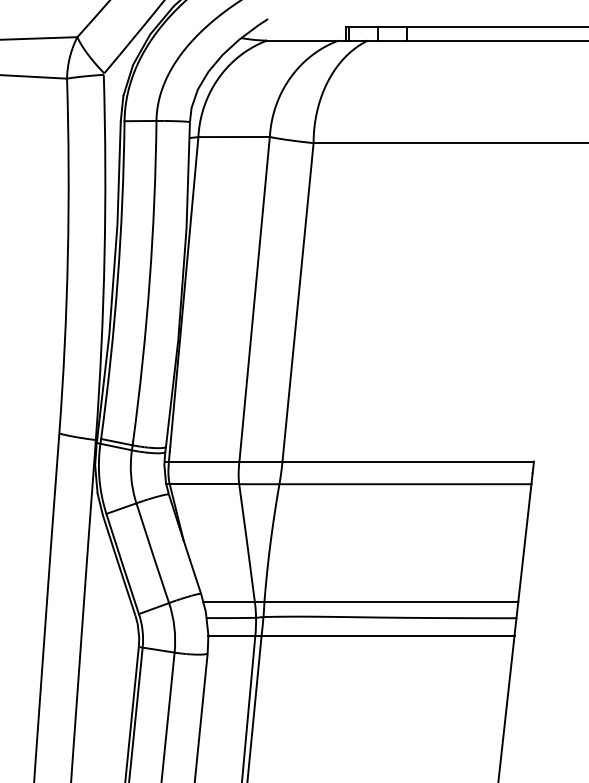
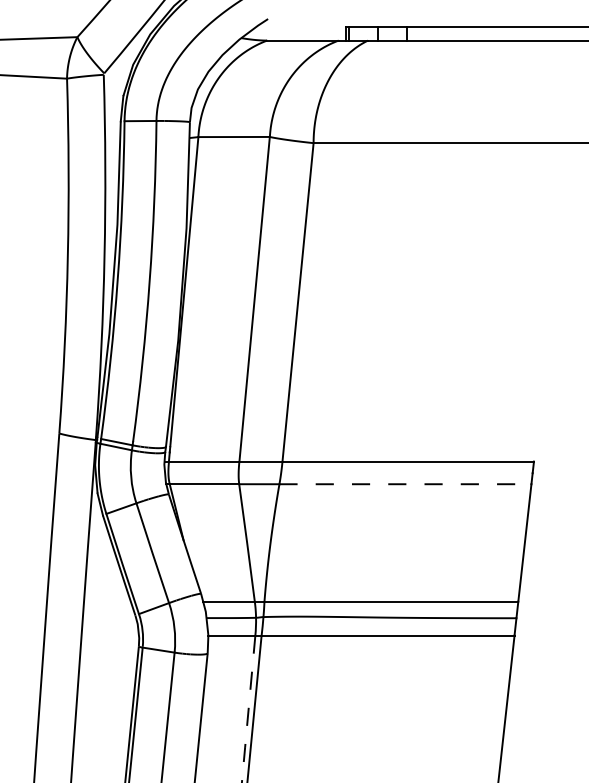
line at (405, 484): solid -> dashed
arc at (248, 709): solid -> dashed
